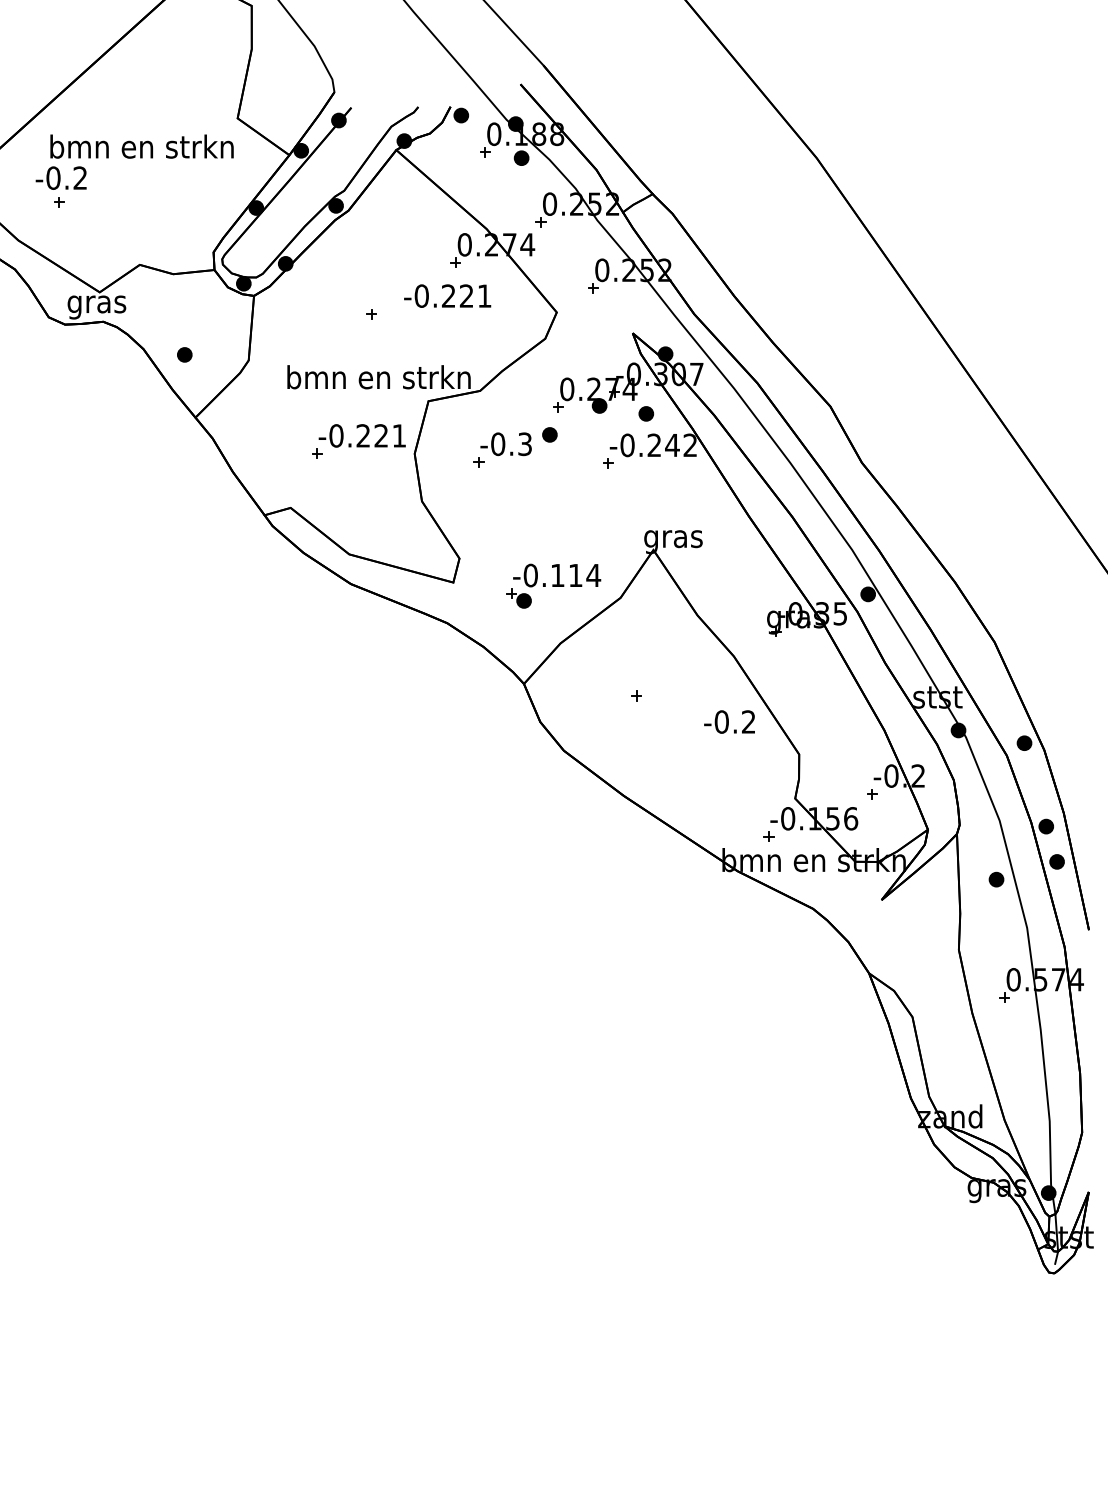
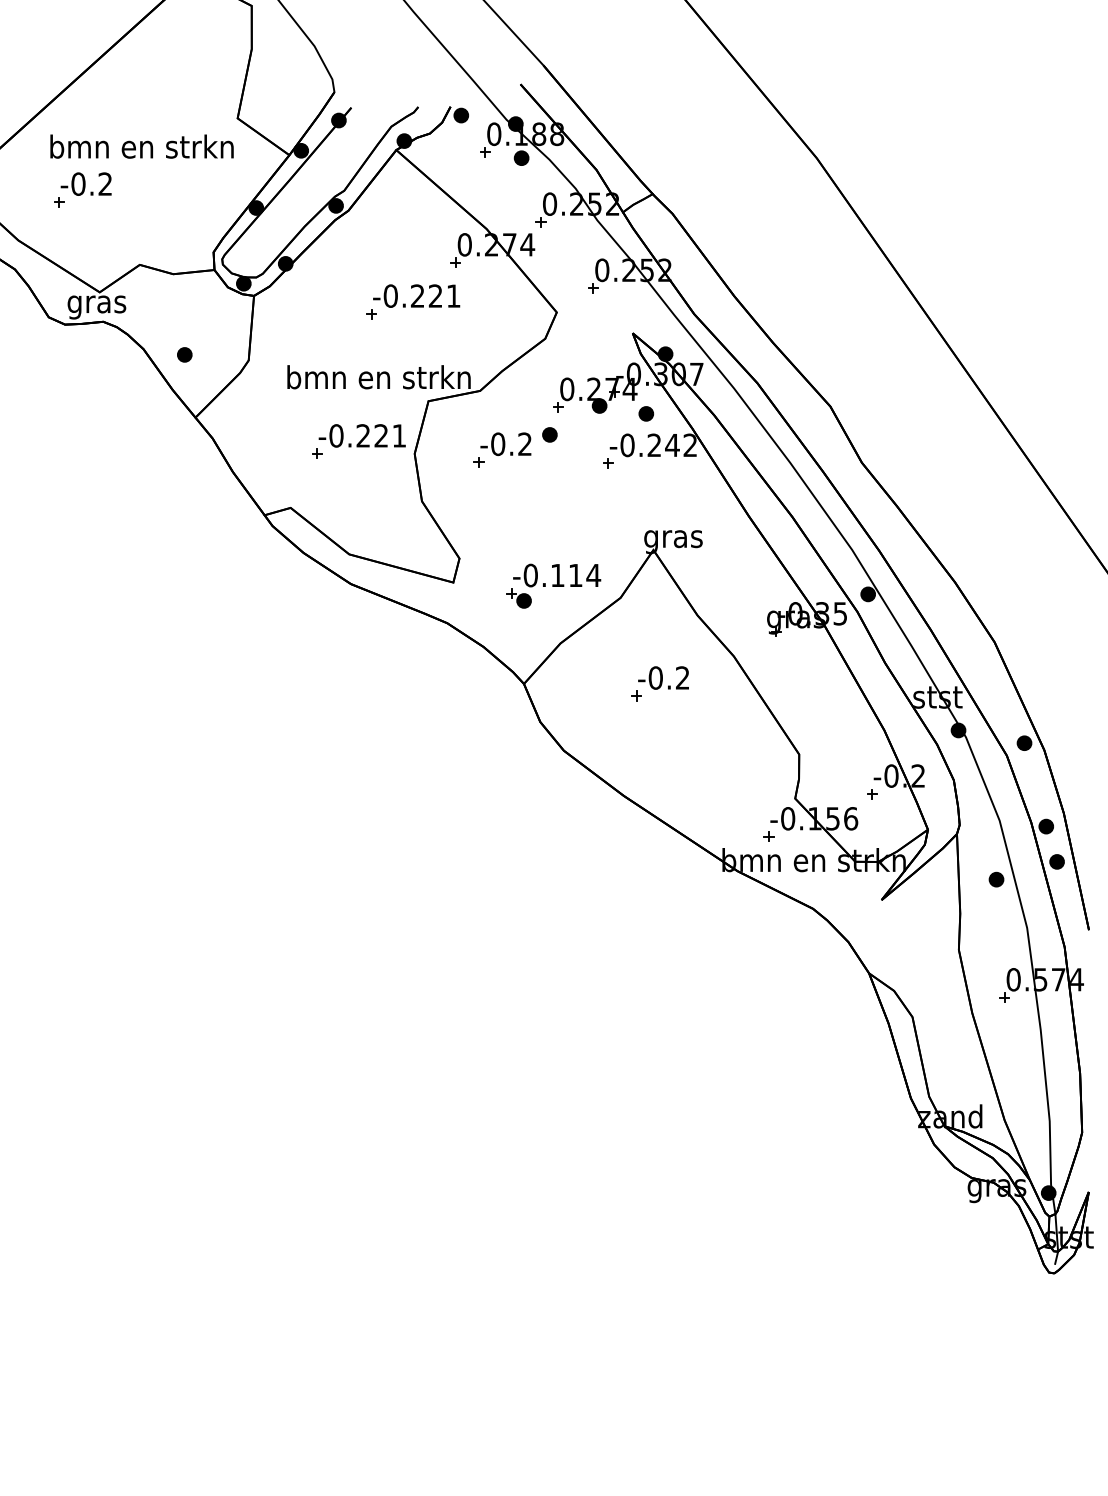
text at (60, 177) position: (60, 177) -> (85, 183)
text at (447, 295) position: (447, 295) -> (416, 295)
text at (524, 444): -0.3 -> -0.2
text at (729, 721) position: (729, 721) -> (663, 677)
